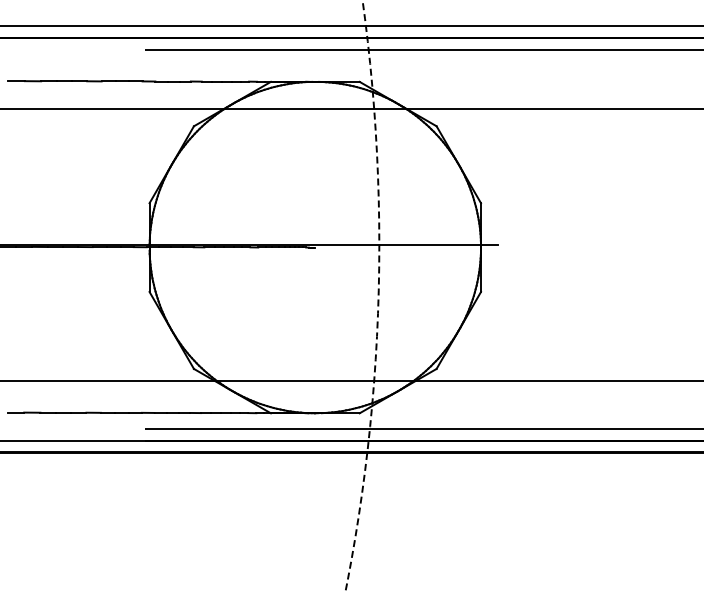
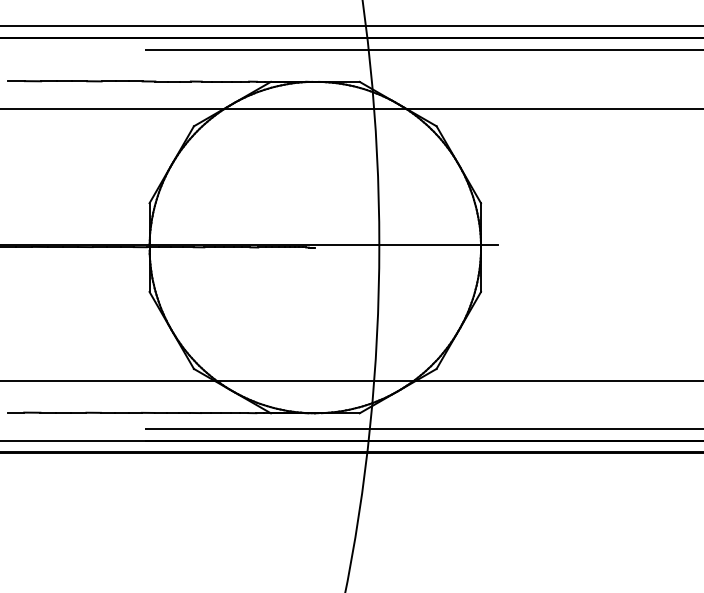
arc at (378, 296): dashed -> solid
